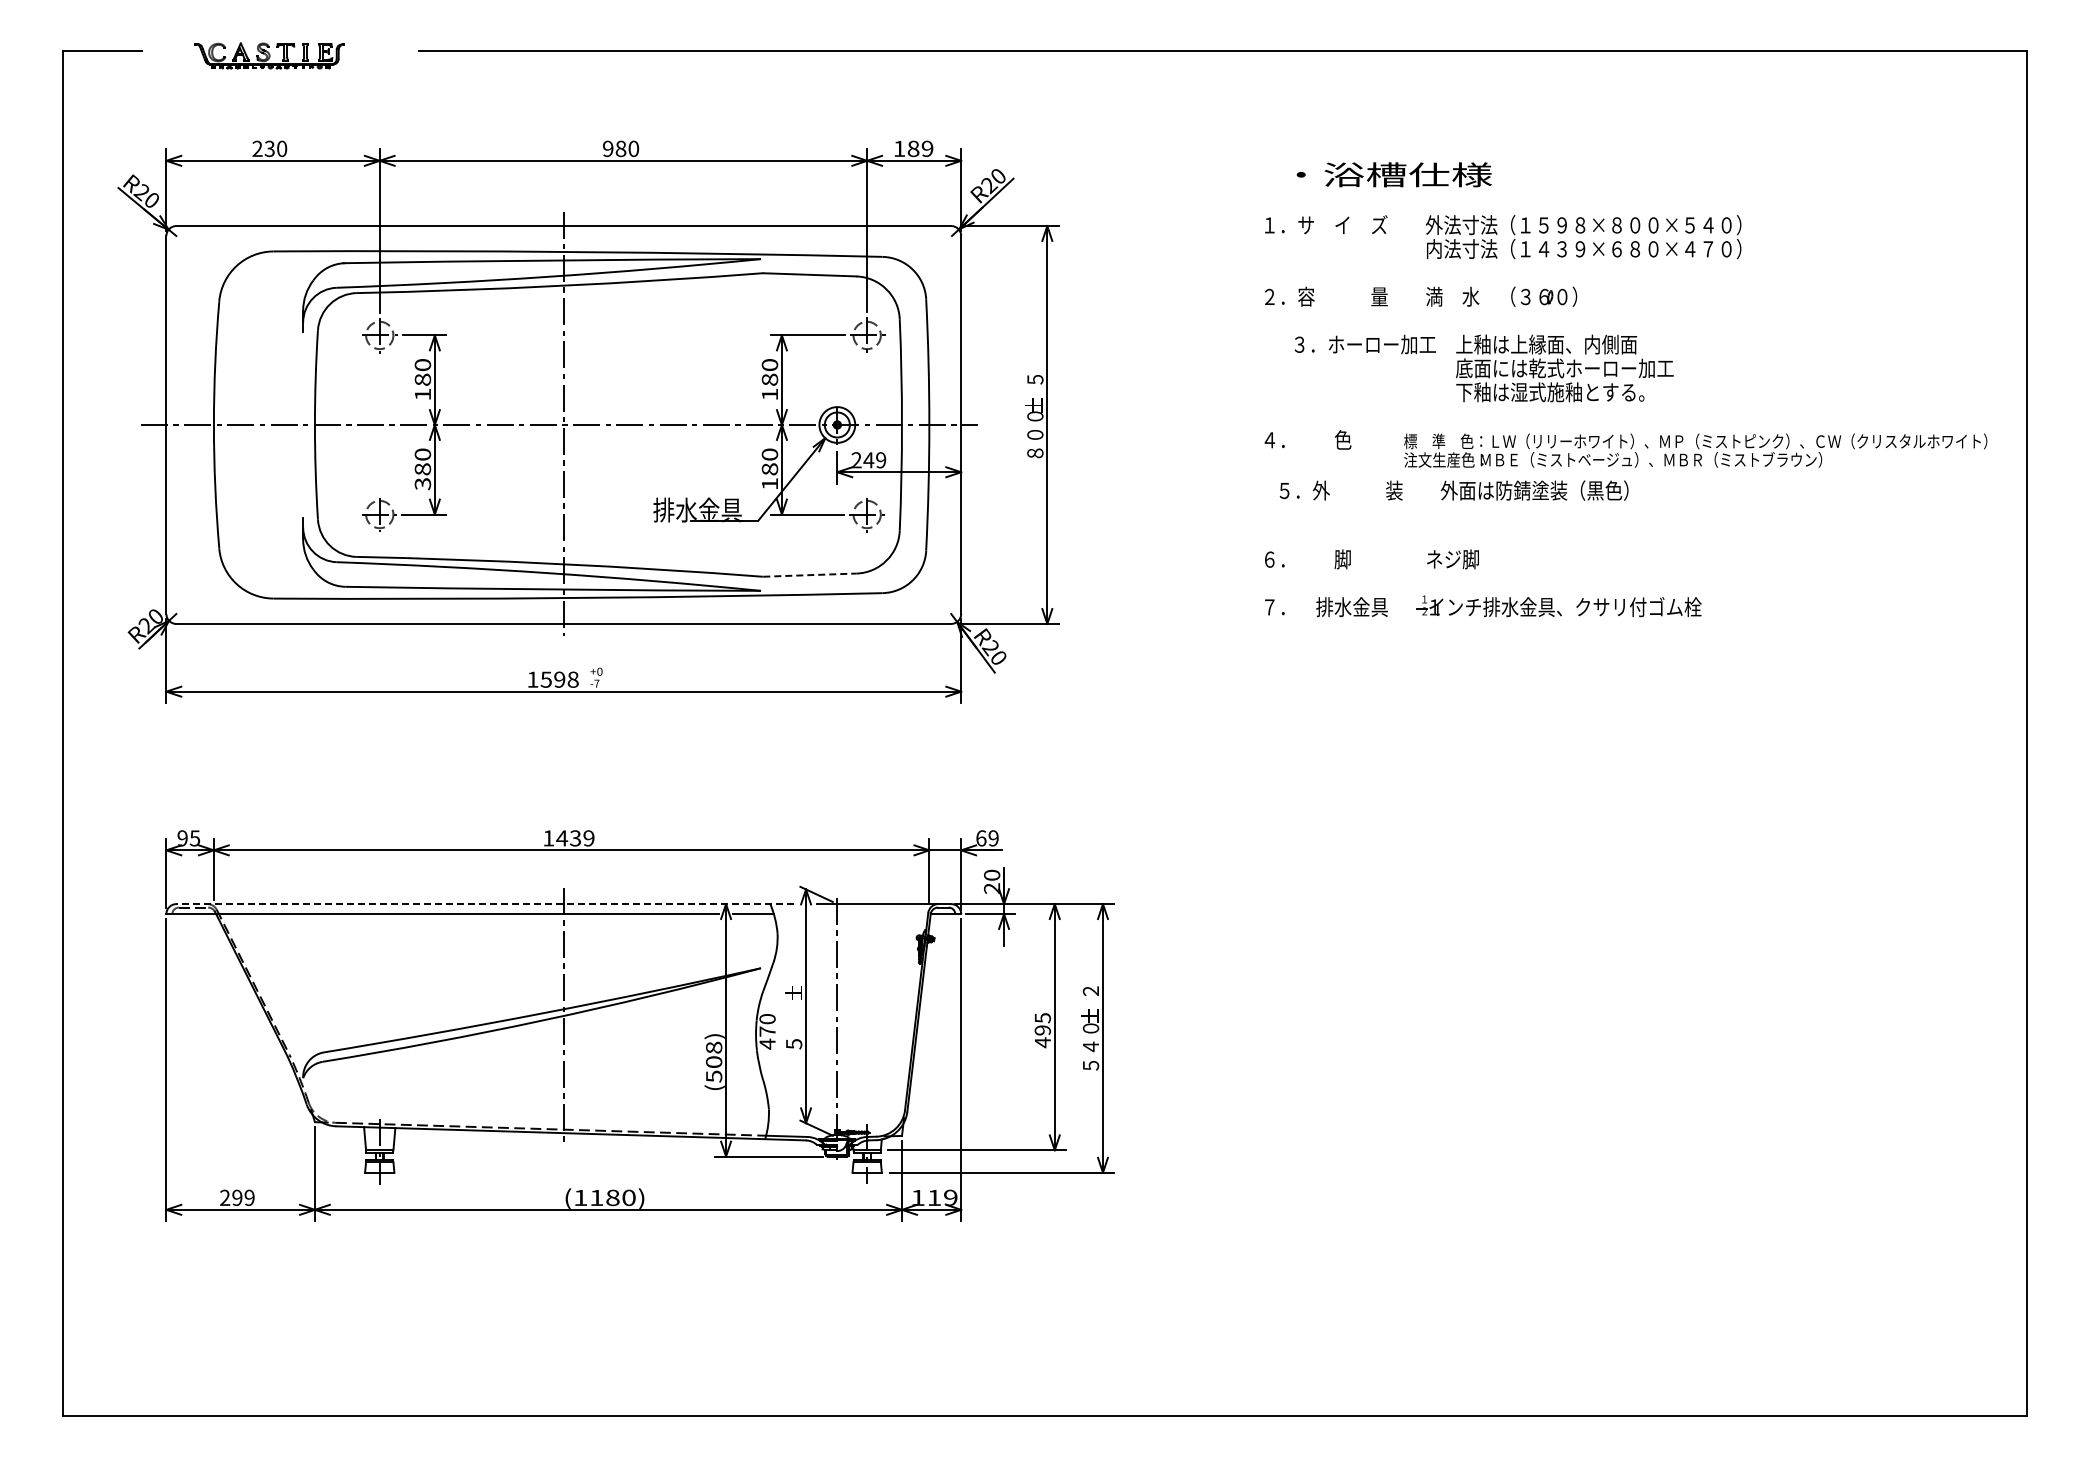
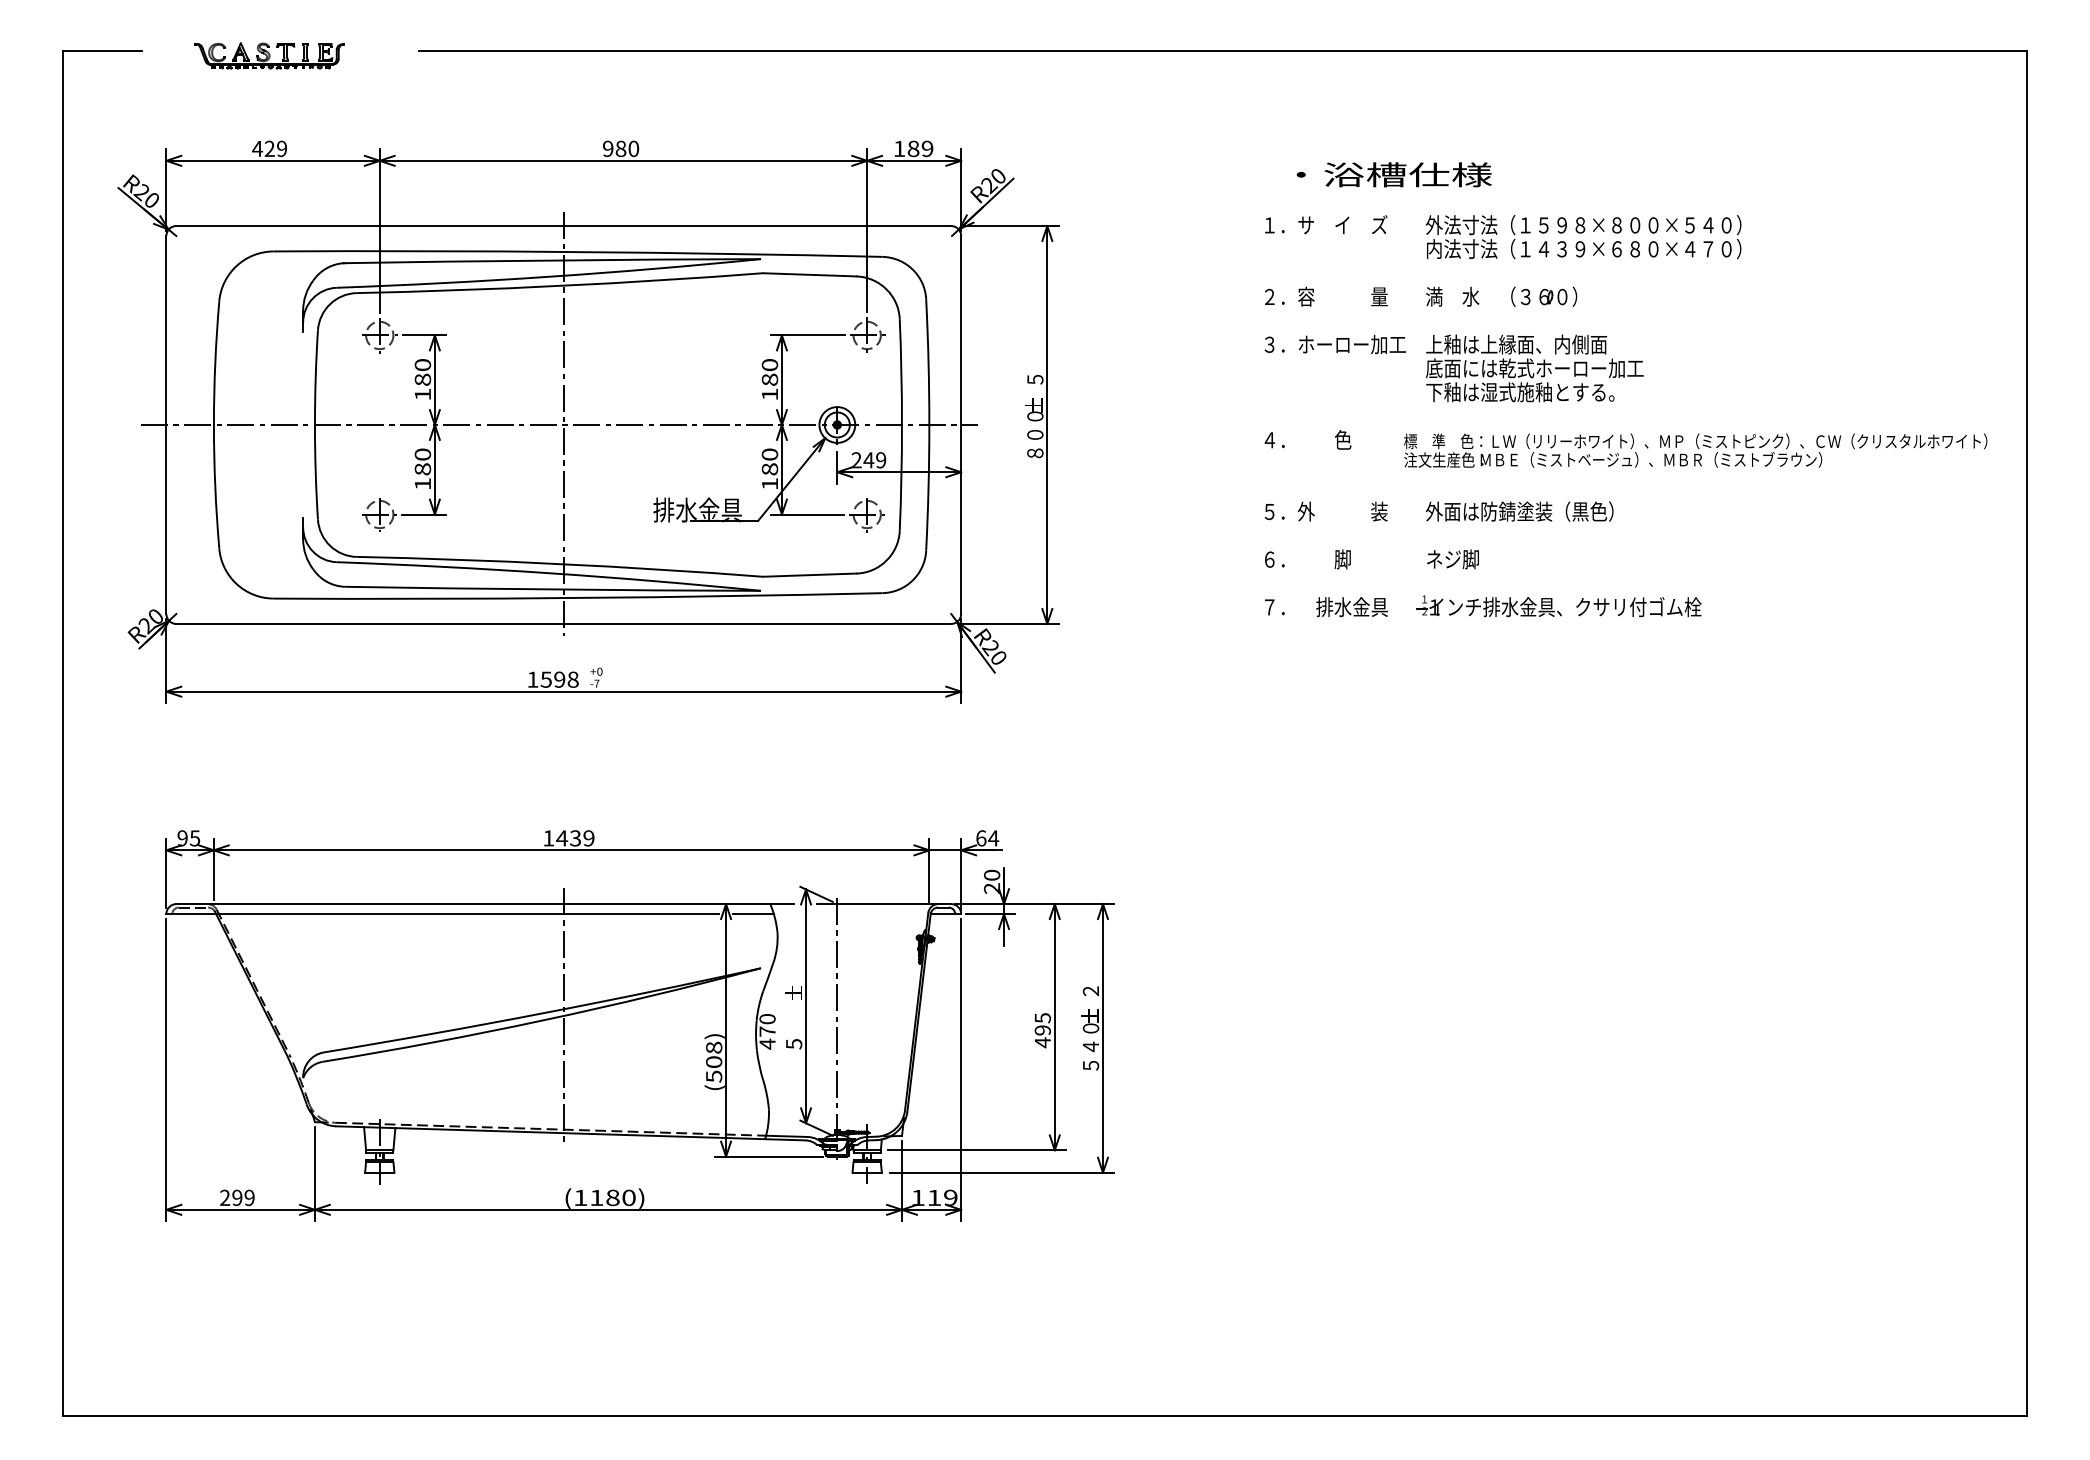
text at (269, 148): 230 -> 429
text at (1483, 368) position: (1483, 368) -> (1453, 368)
text at (422, 484): 380 -> 180
text at (1453, 490) position: (1453, 490) -> (1438, 511)
line at (809, 575): dashed -> solid
text at (993, 838): 69 -> 64
line at (485, 904): dashed -> solid
